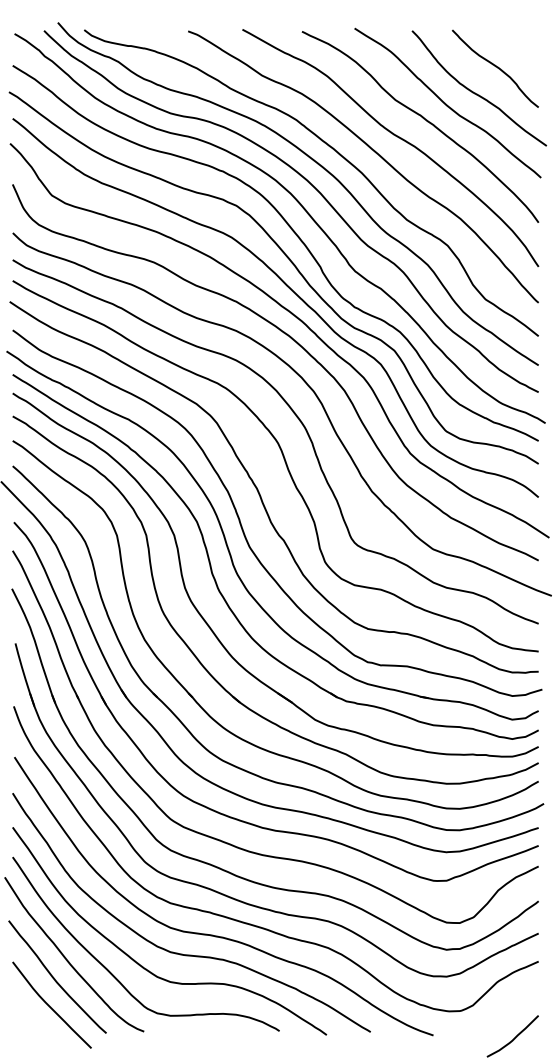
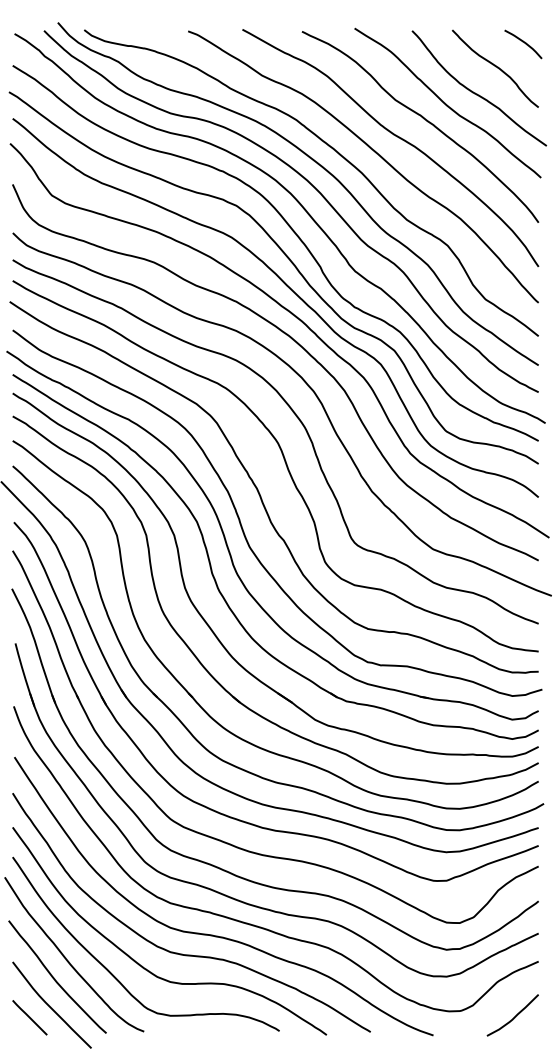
curve at (524, 43): none -> present
line at (29, 1017): none -> present
curve at (514, 1037) position: (514, 1037) -> (514, 1016)
